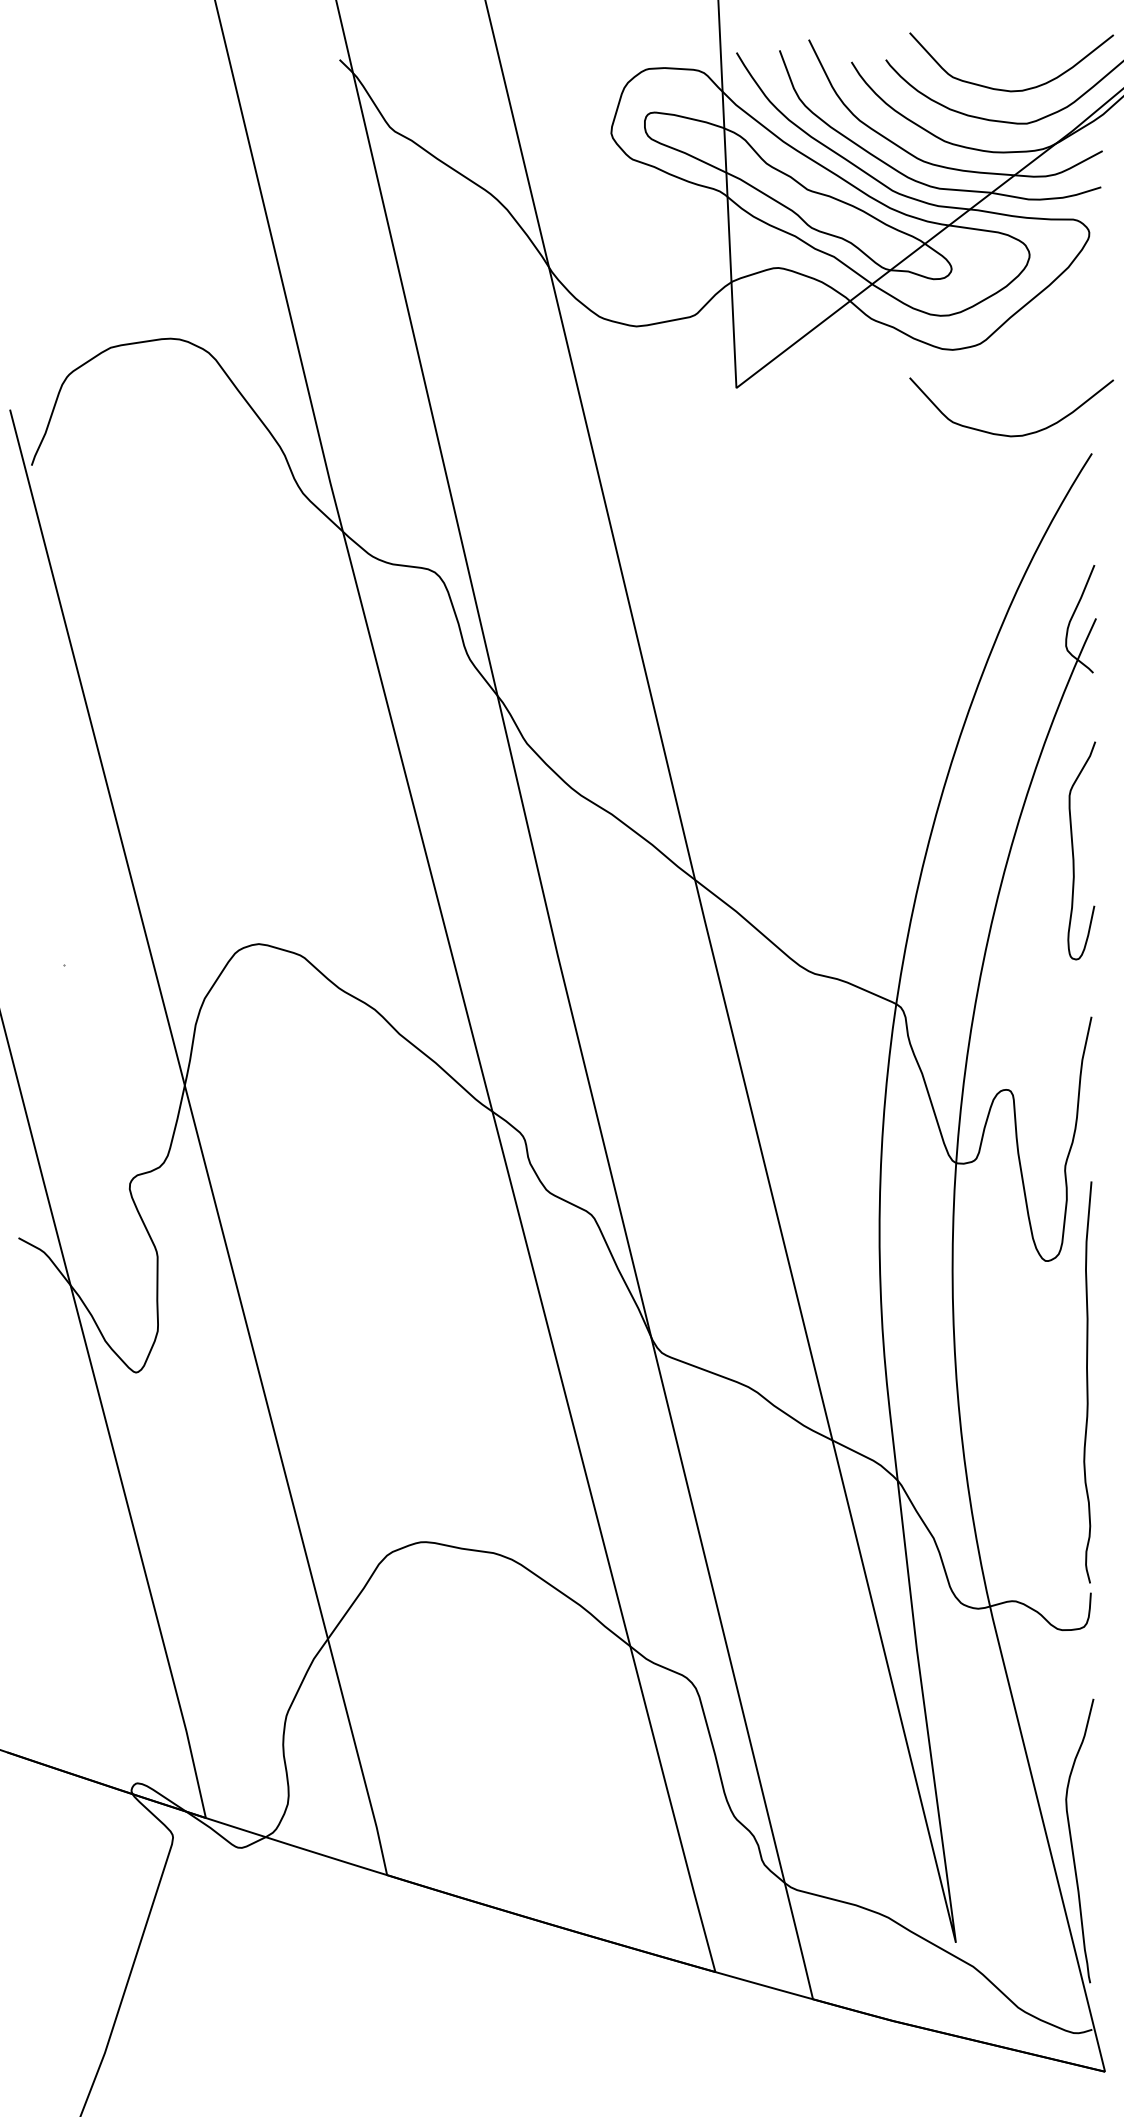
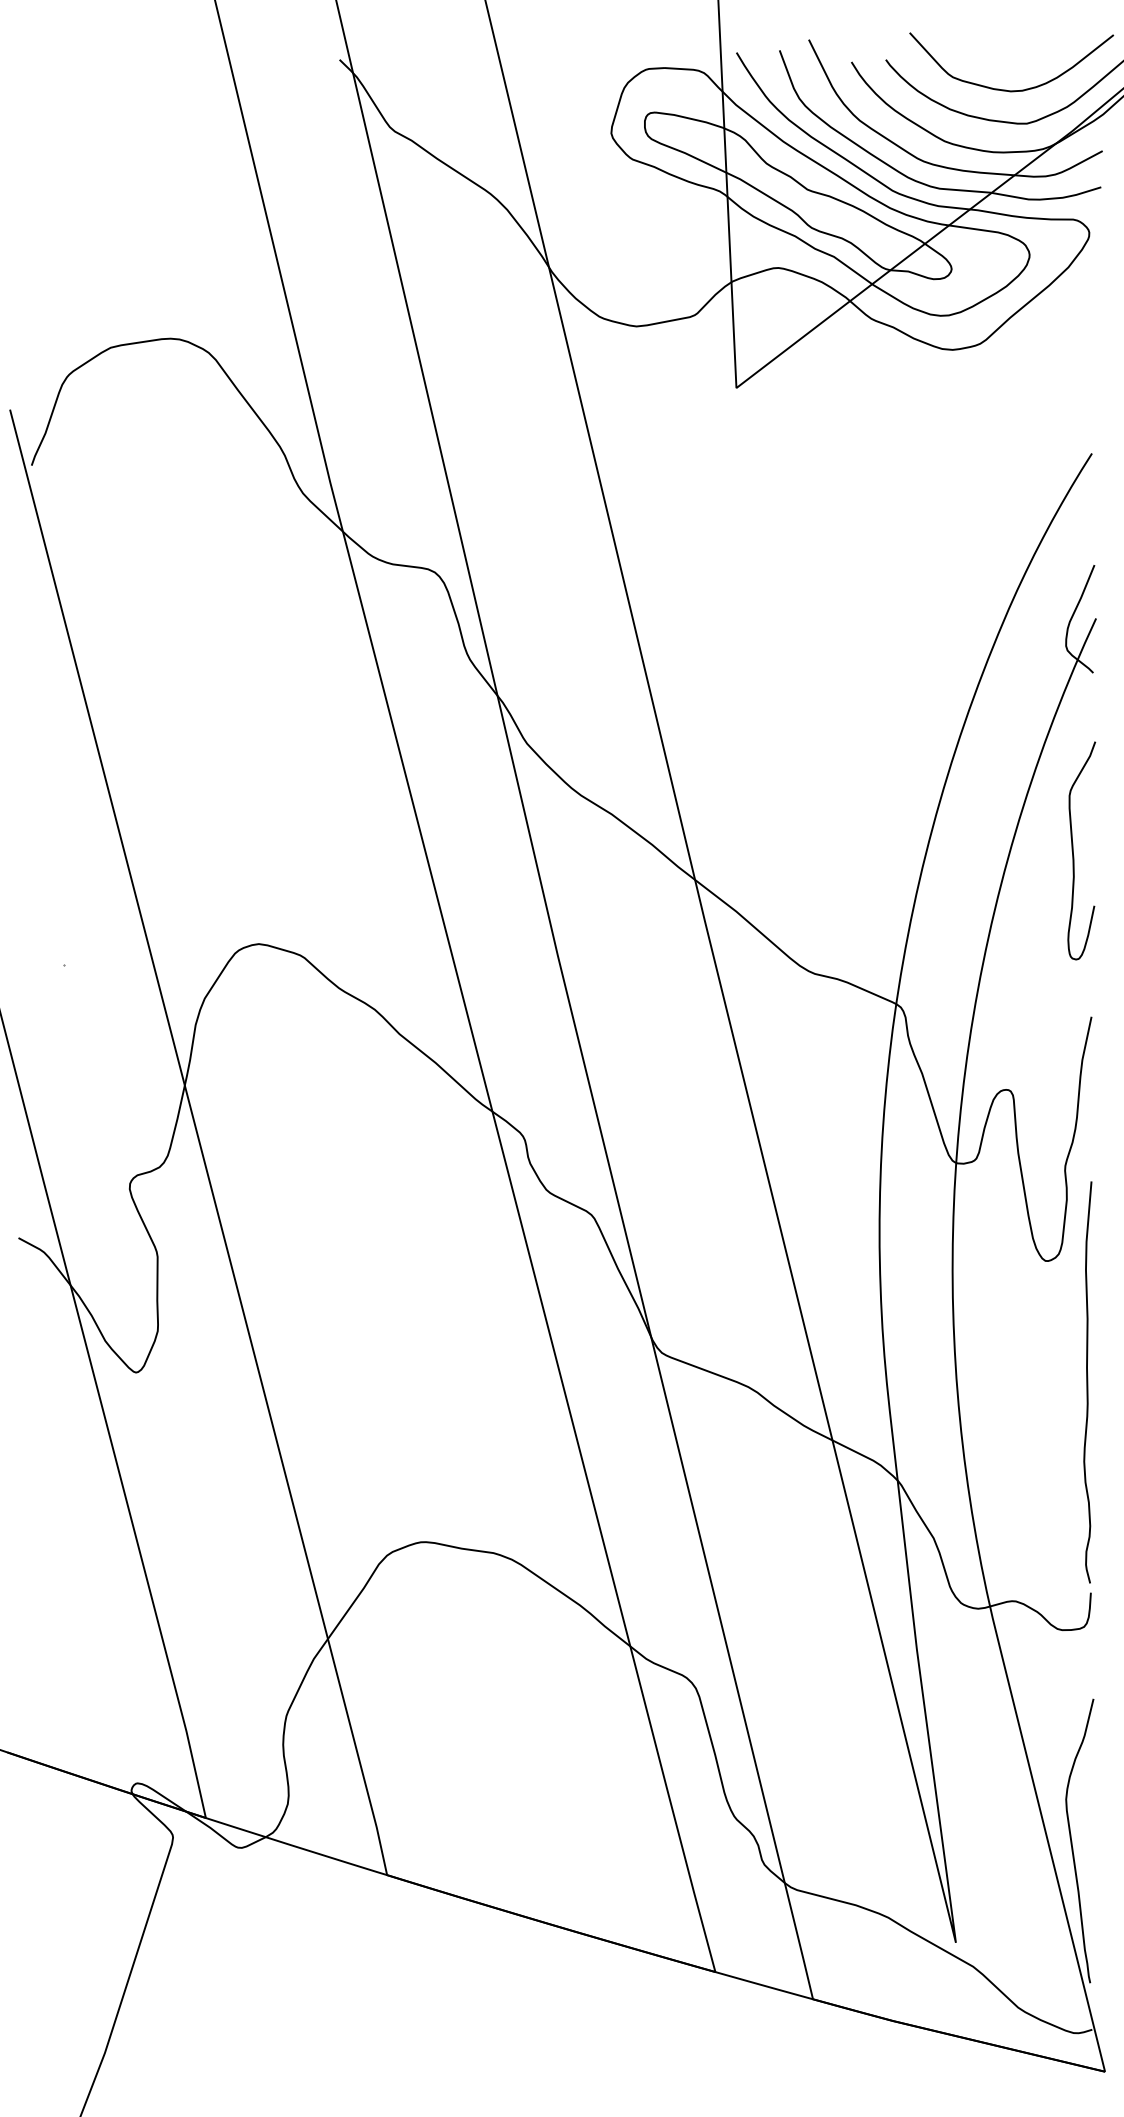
curve at (1006, 434): present -> none
